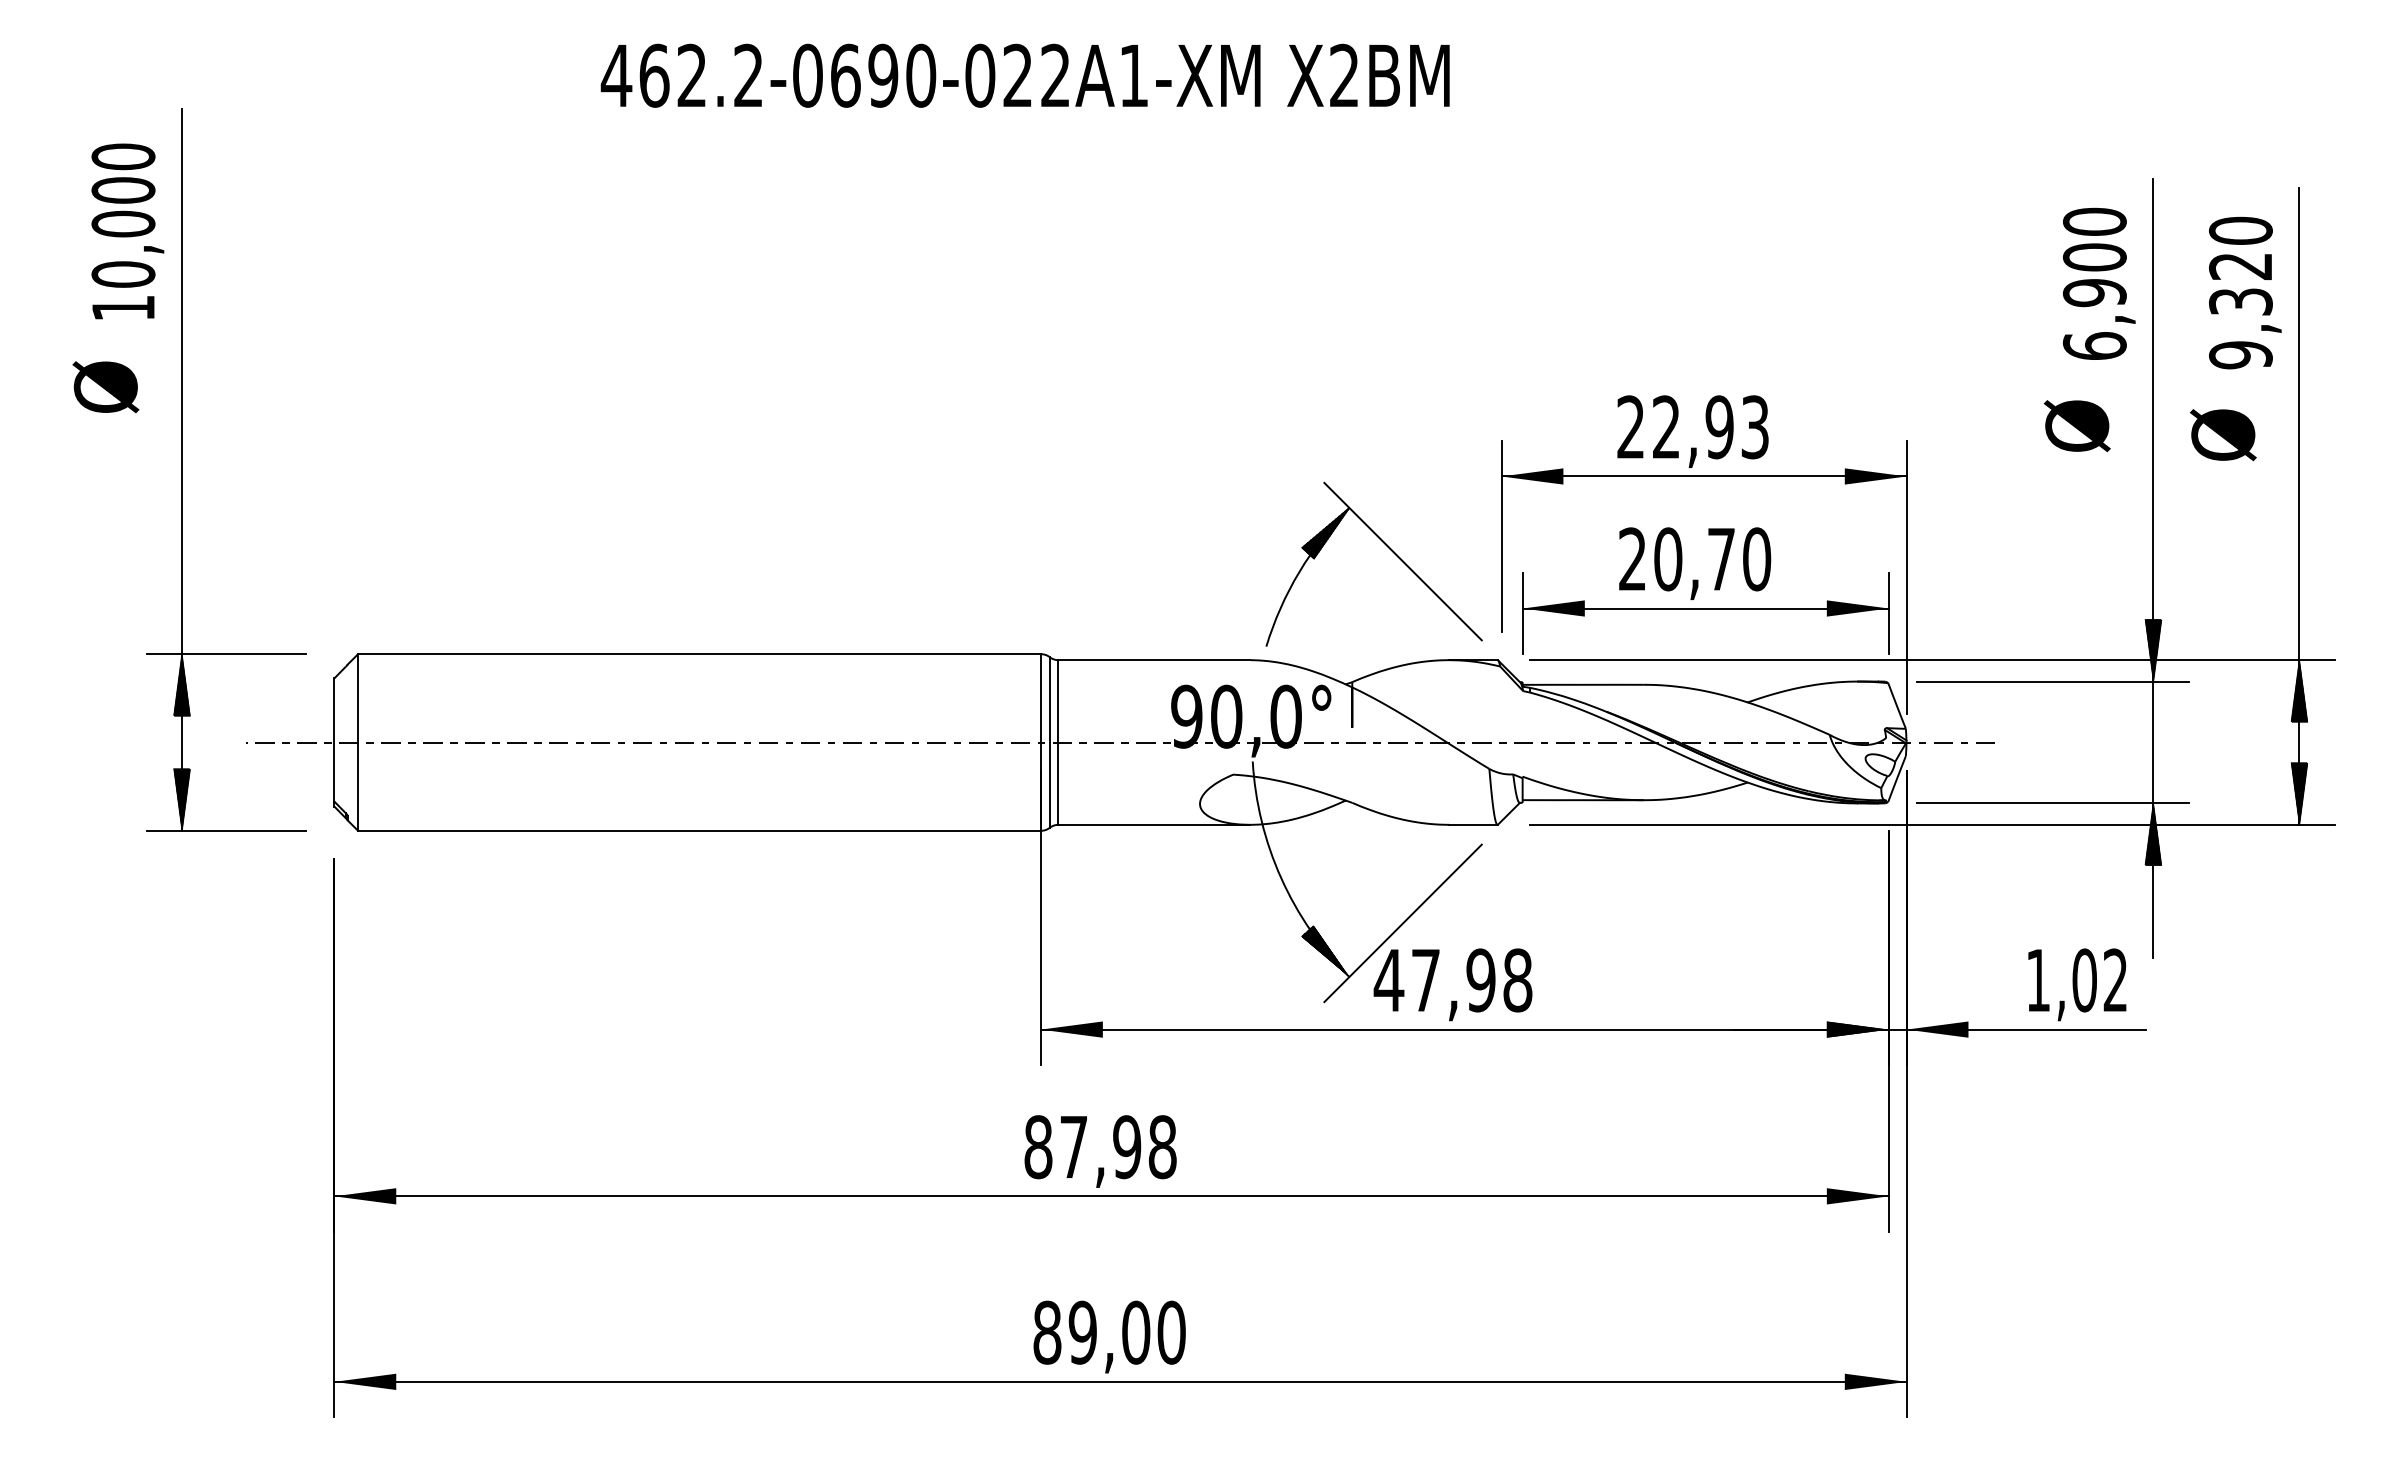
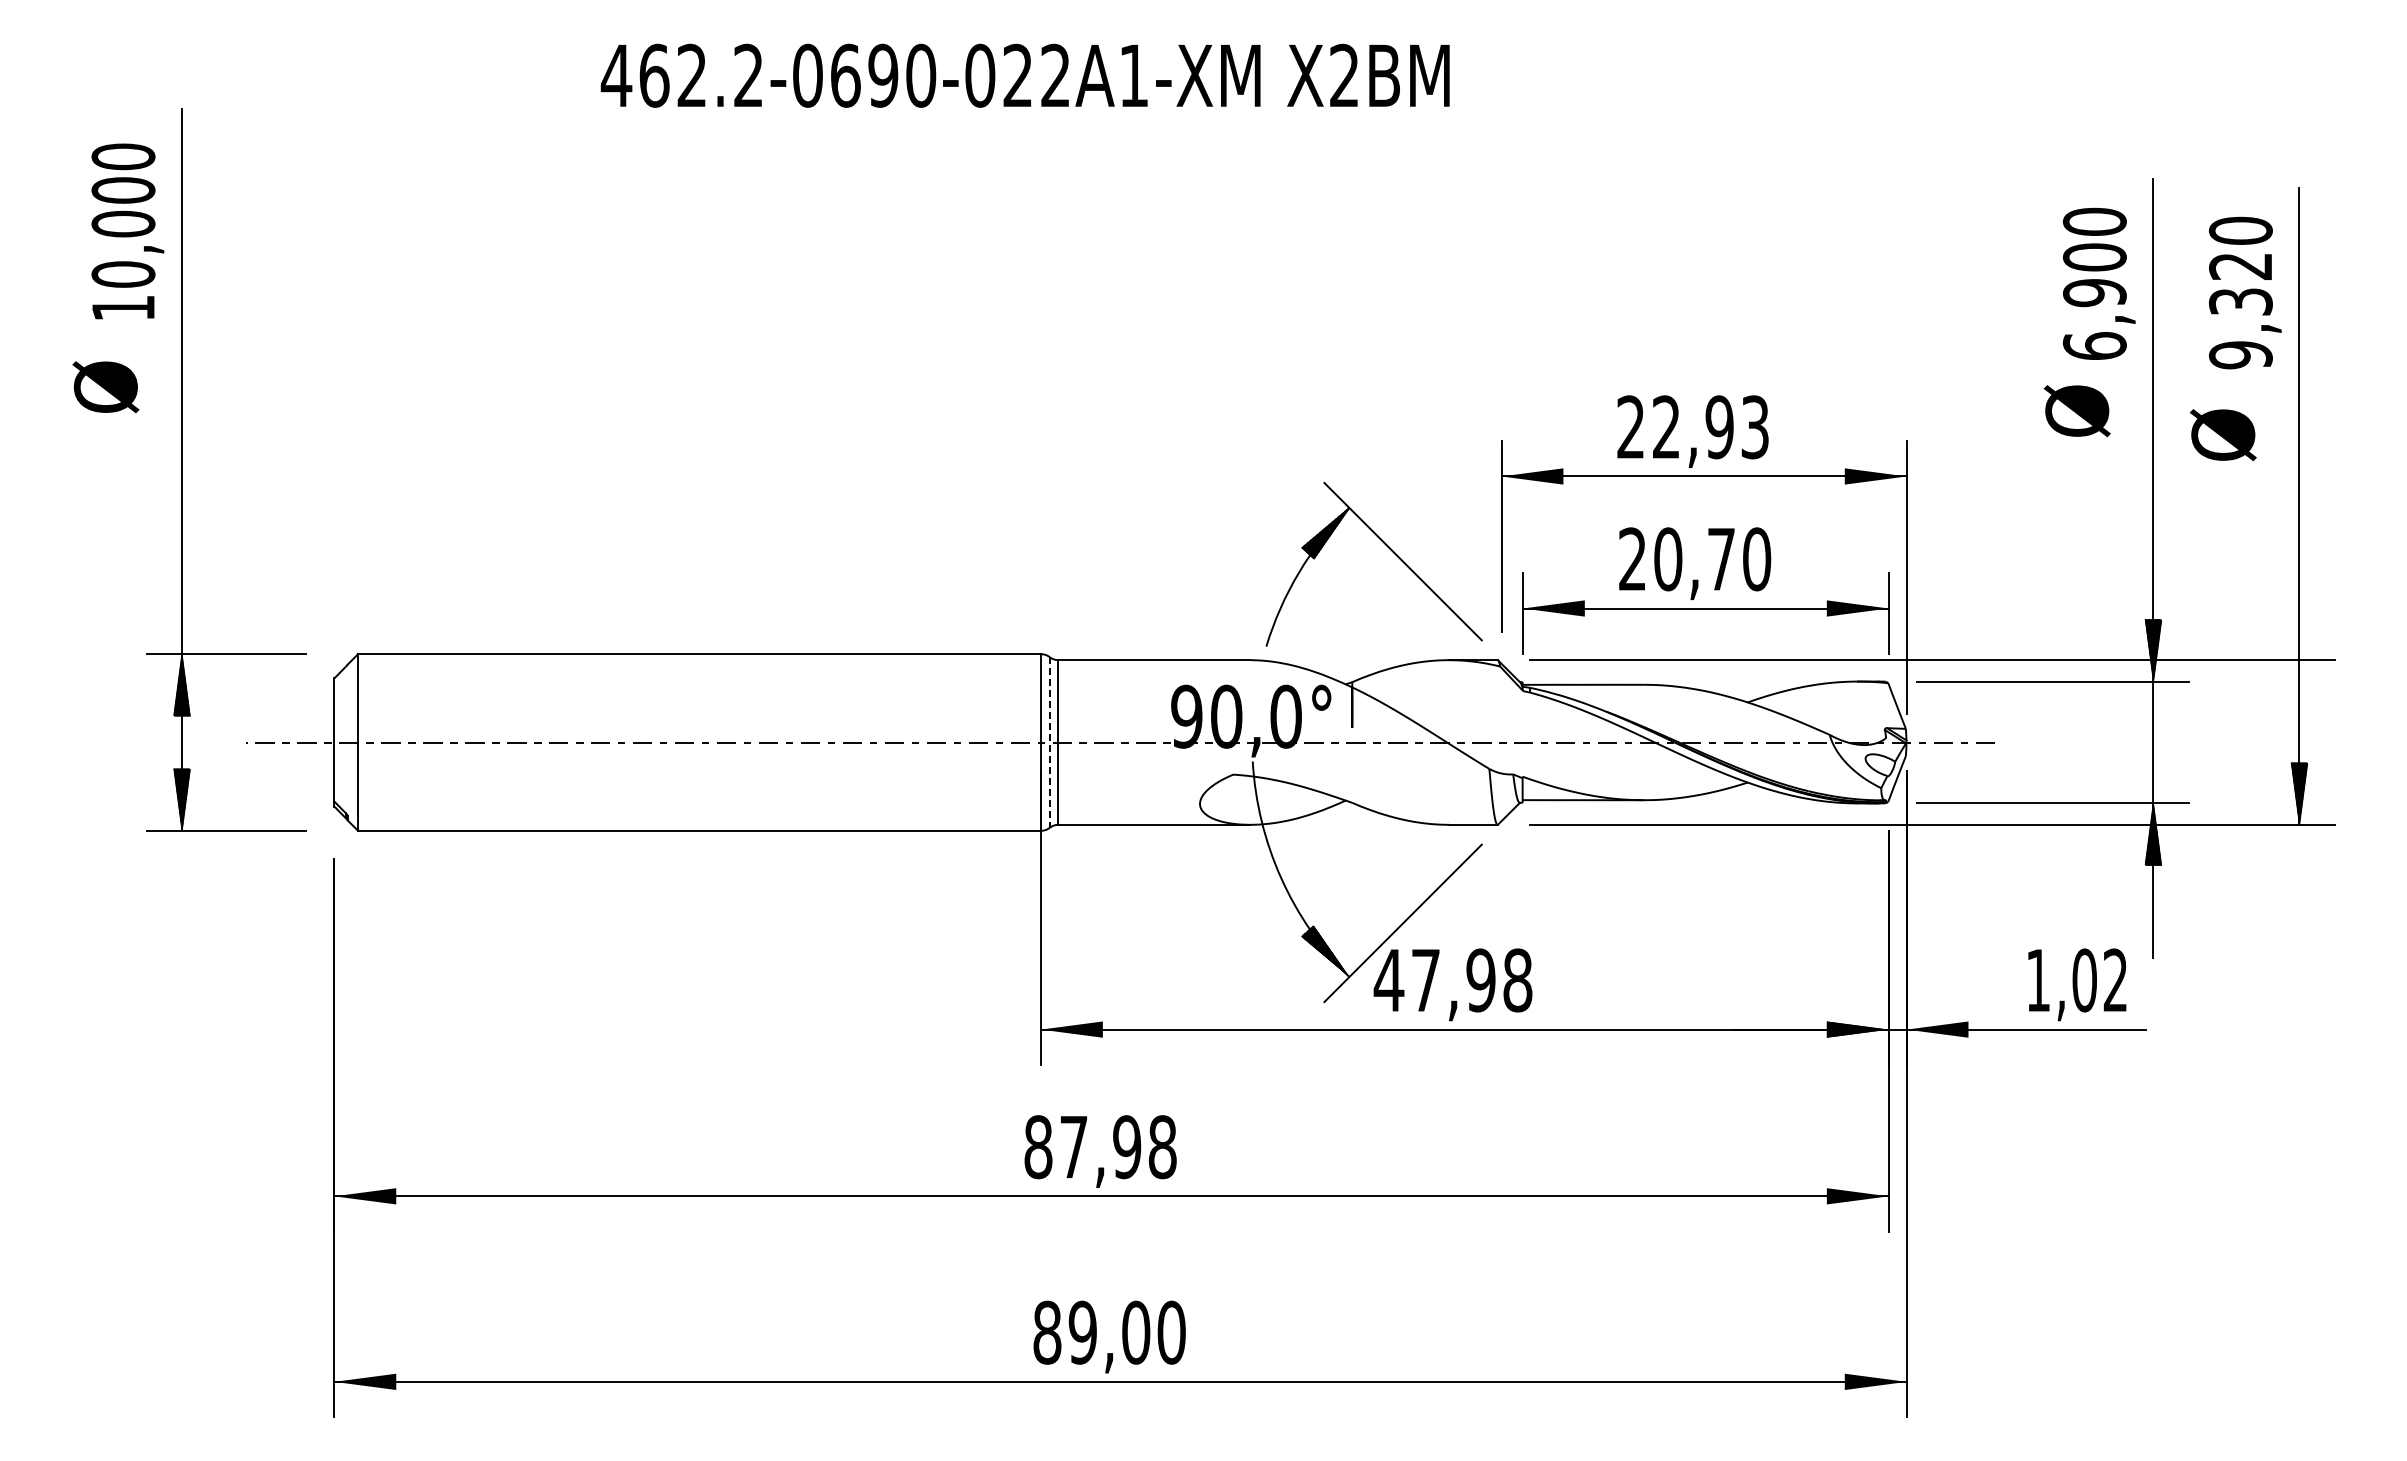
text at (2076, 426) position: (2076, 426) -> (2076, 411)
hatch at (2299, 691): present -> none
line at (1049, 743): solid -> dashed
